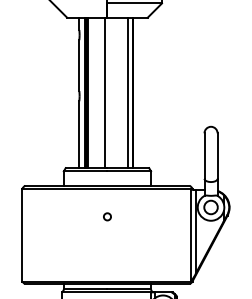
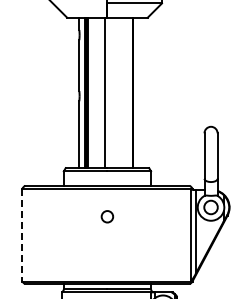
line at (128, 92): present -> none
circle at (107, 216) size: 9x10 px -> 15x14 px
line at (22, 235): solid -> dashed
